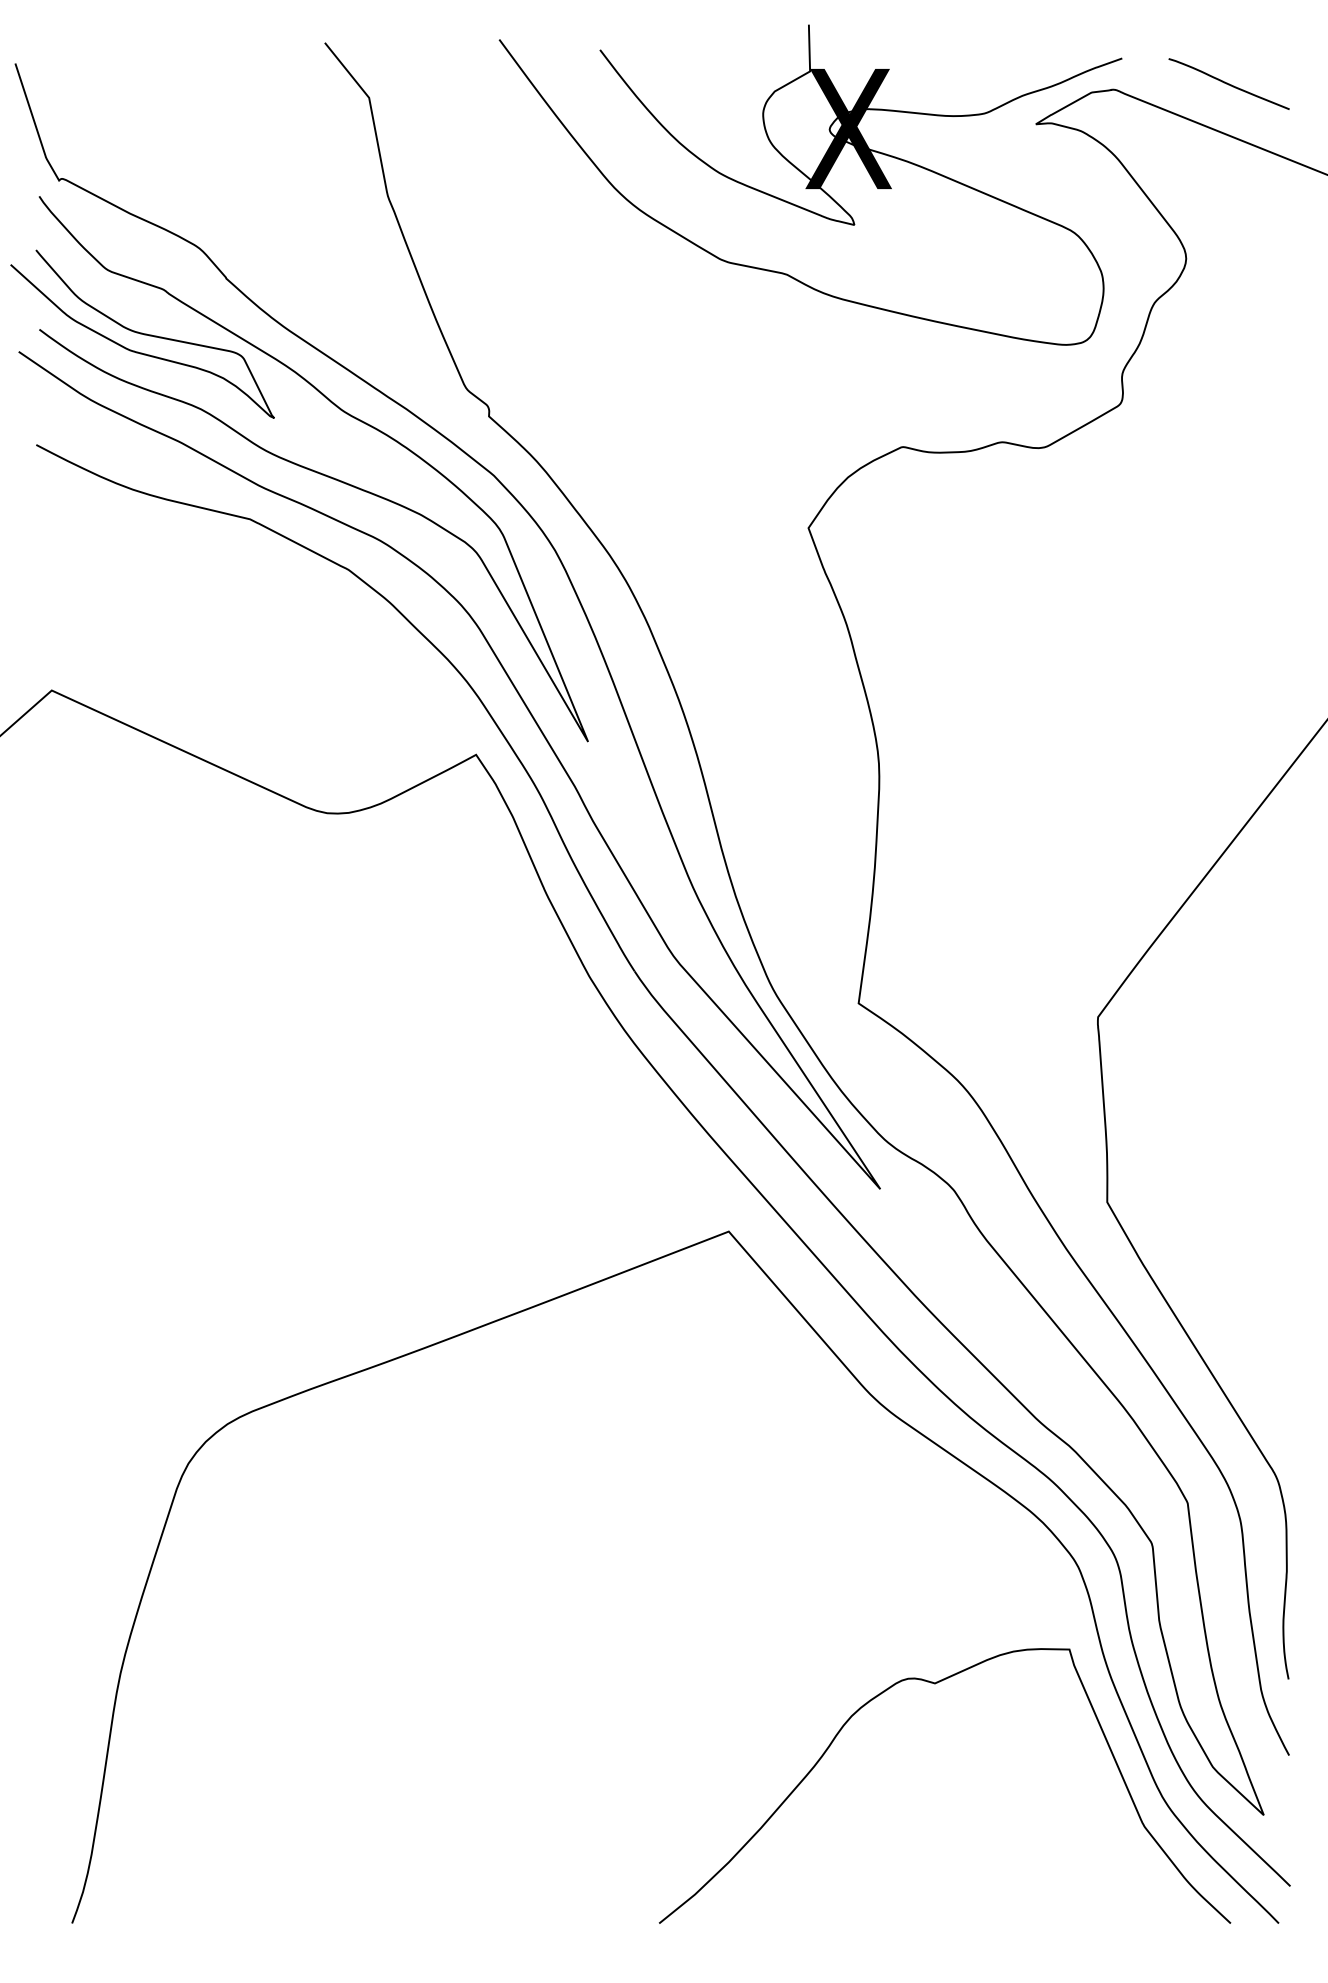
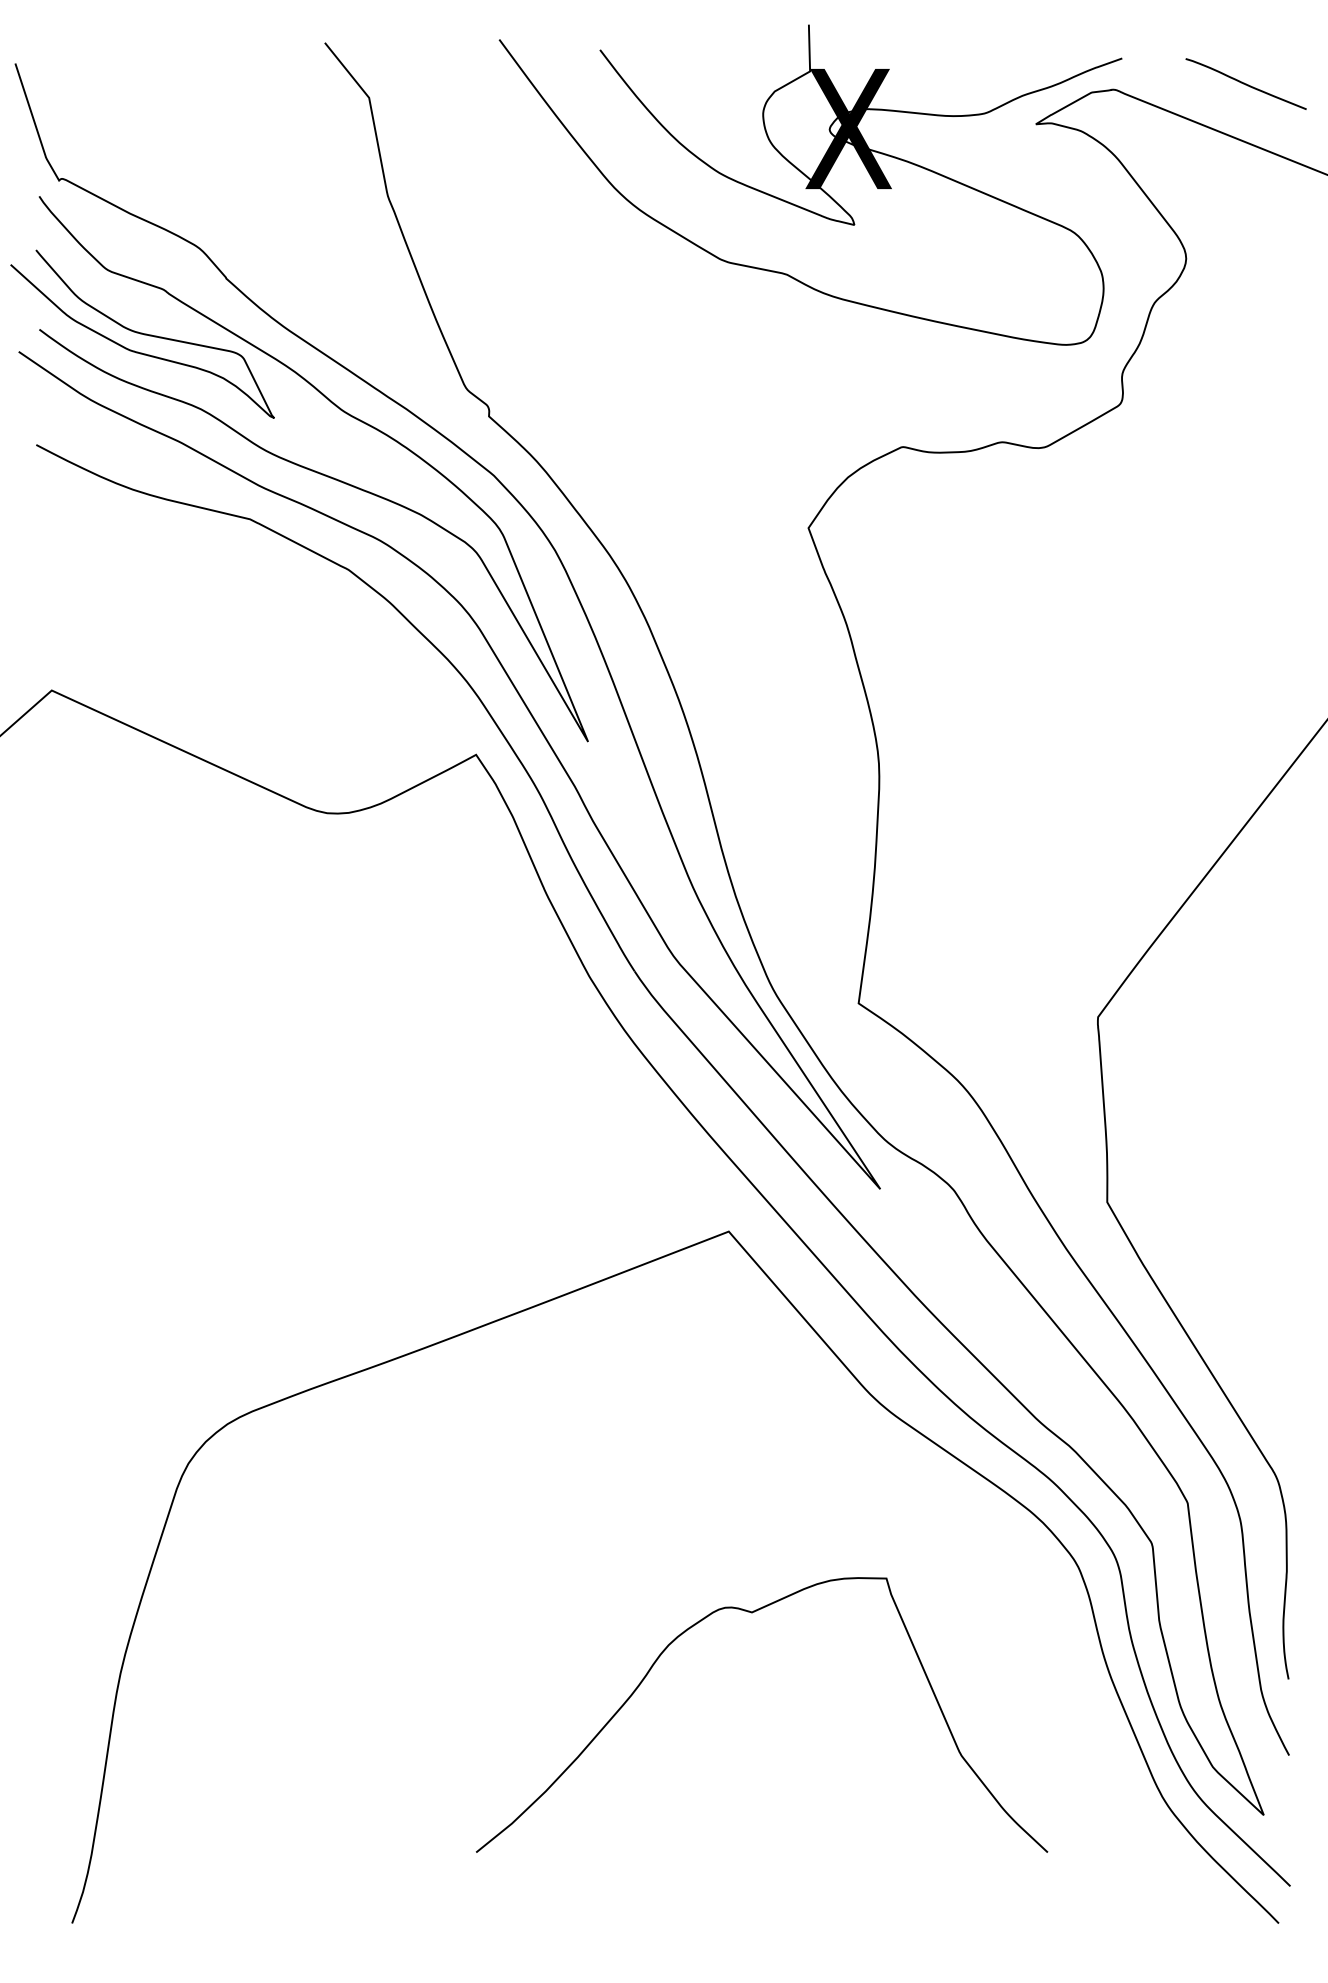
curve at (1228, 83) position: (1228, 83) -> (1245, 83)
curve at (935, 1684) position: (935, 1684) -> (752, 1613)
